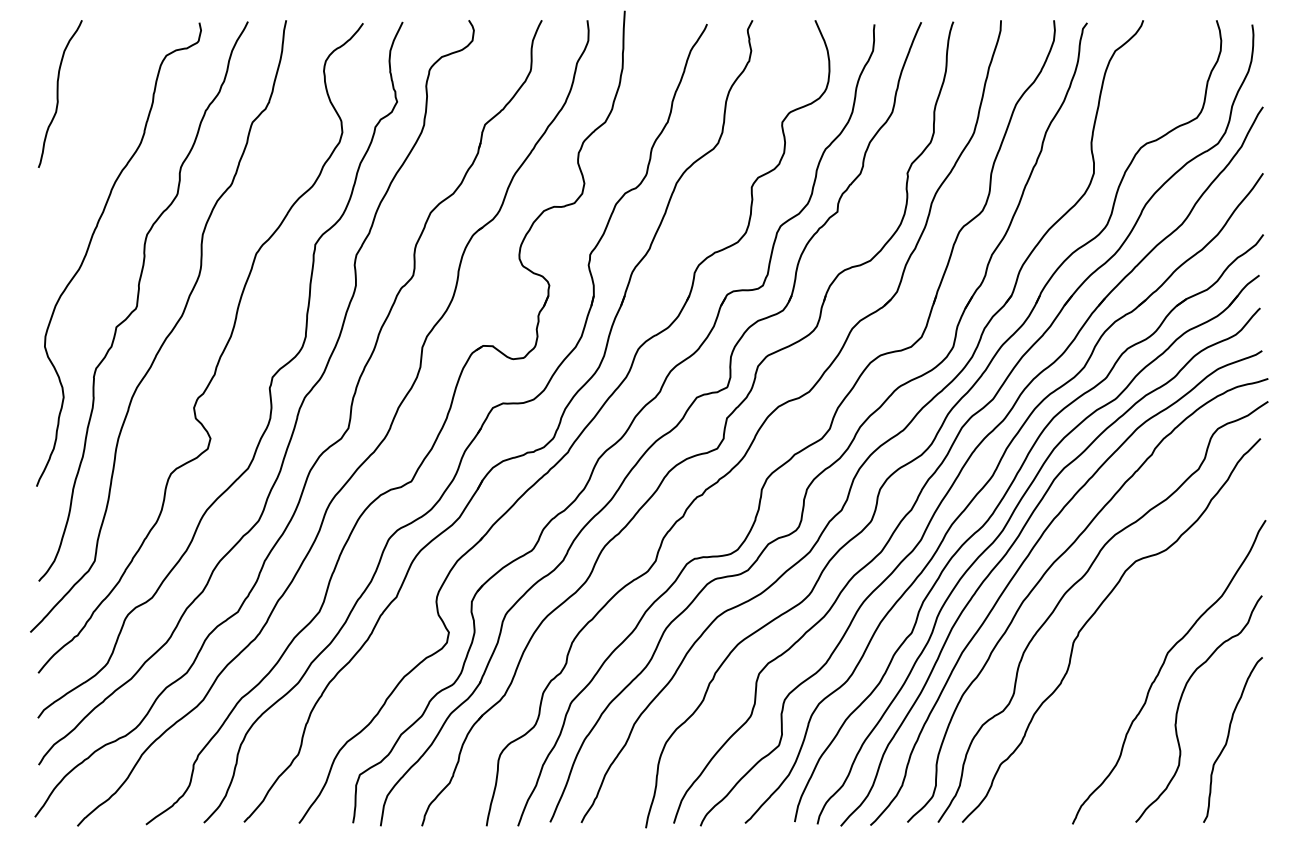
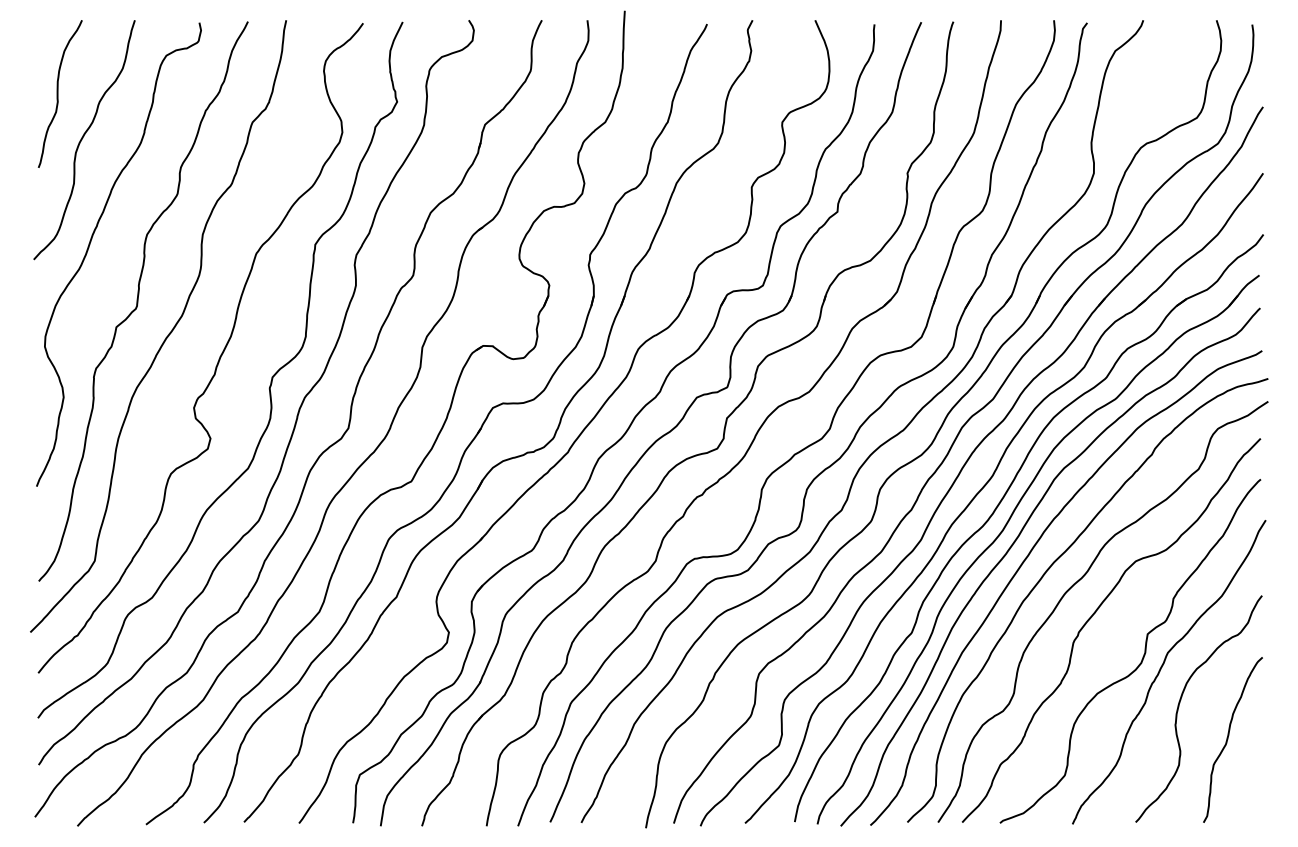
curve at (83, 138): none -> present
curve at (1142, 656): none -> present
